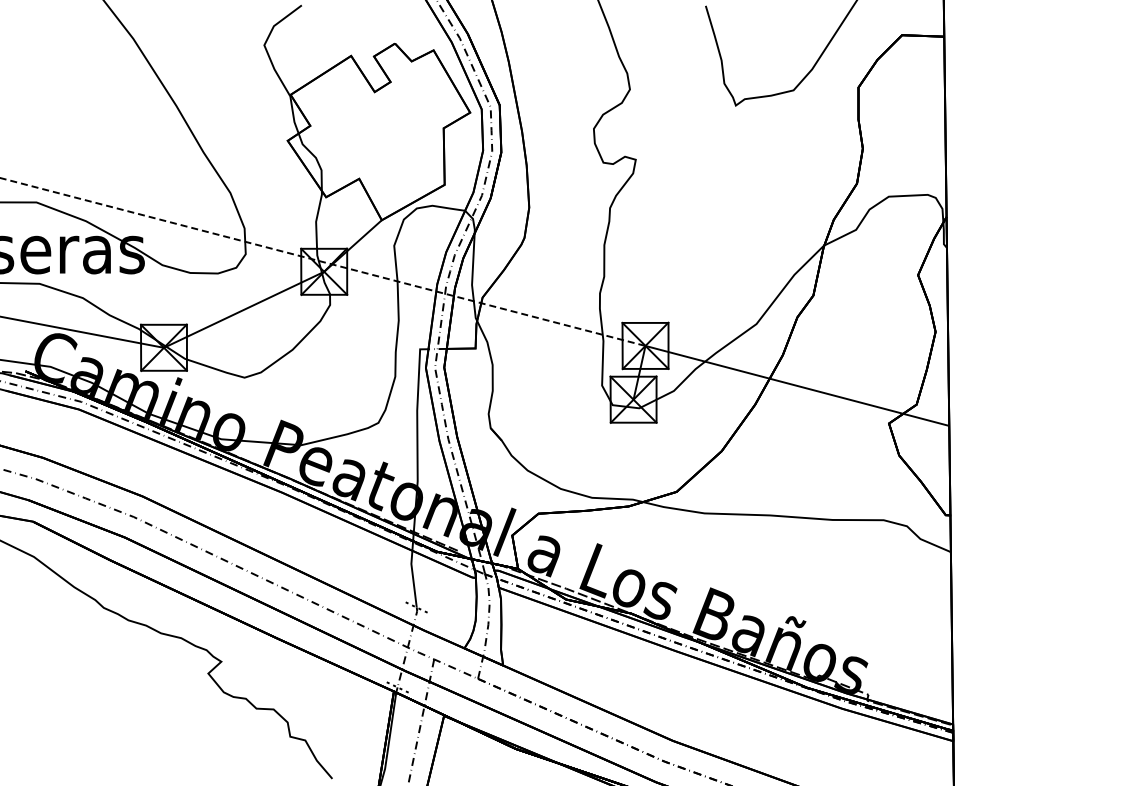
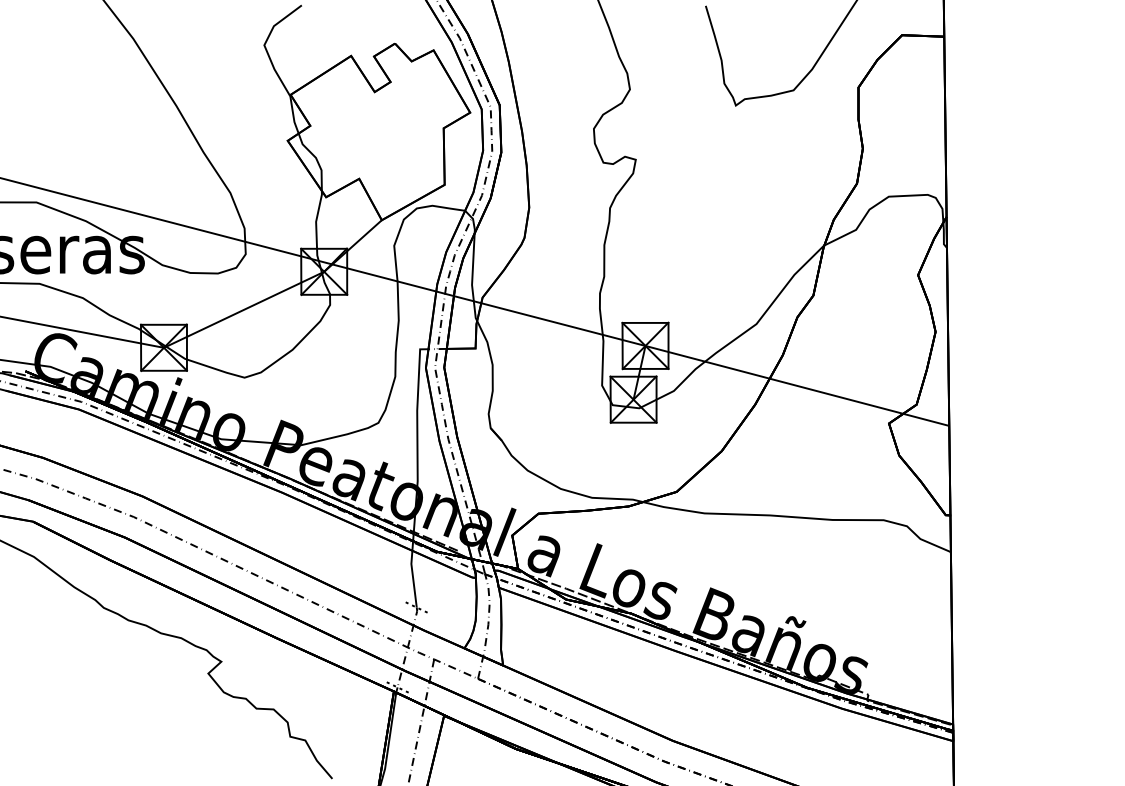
line at (323, 262): dashed -> solid
